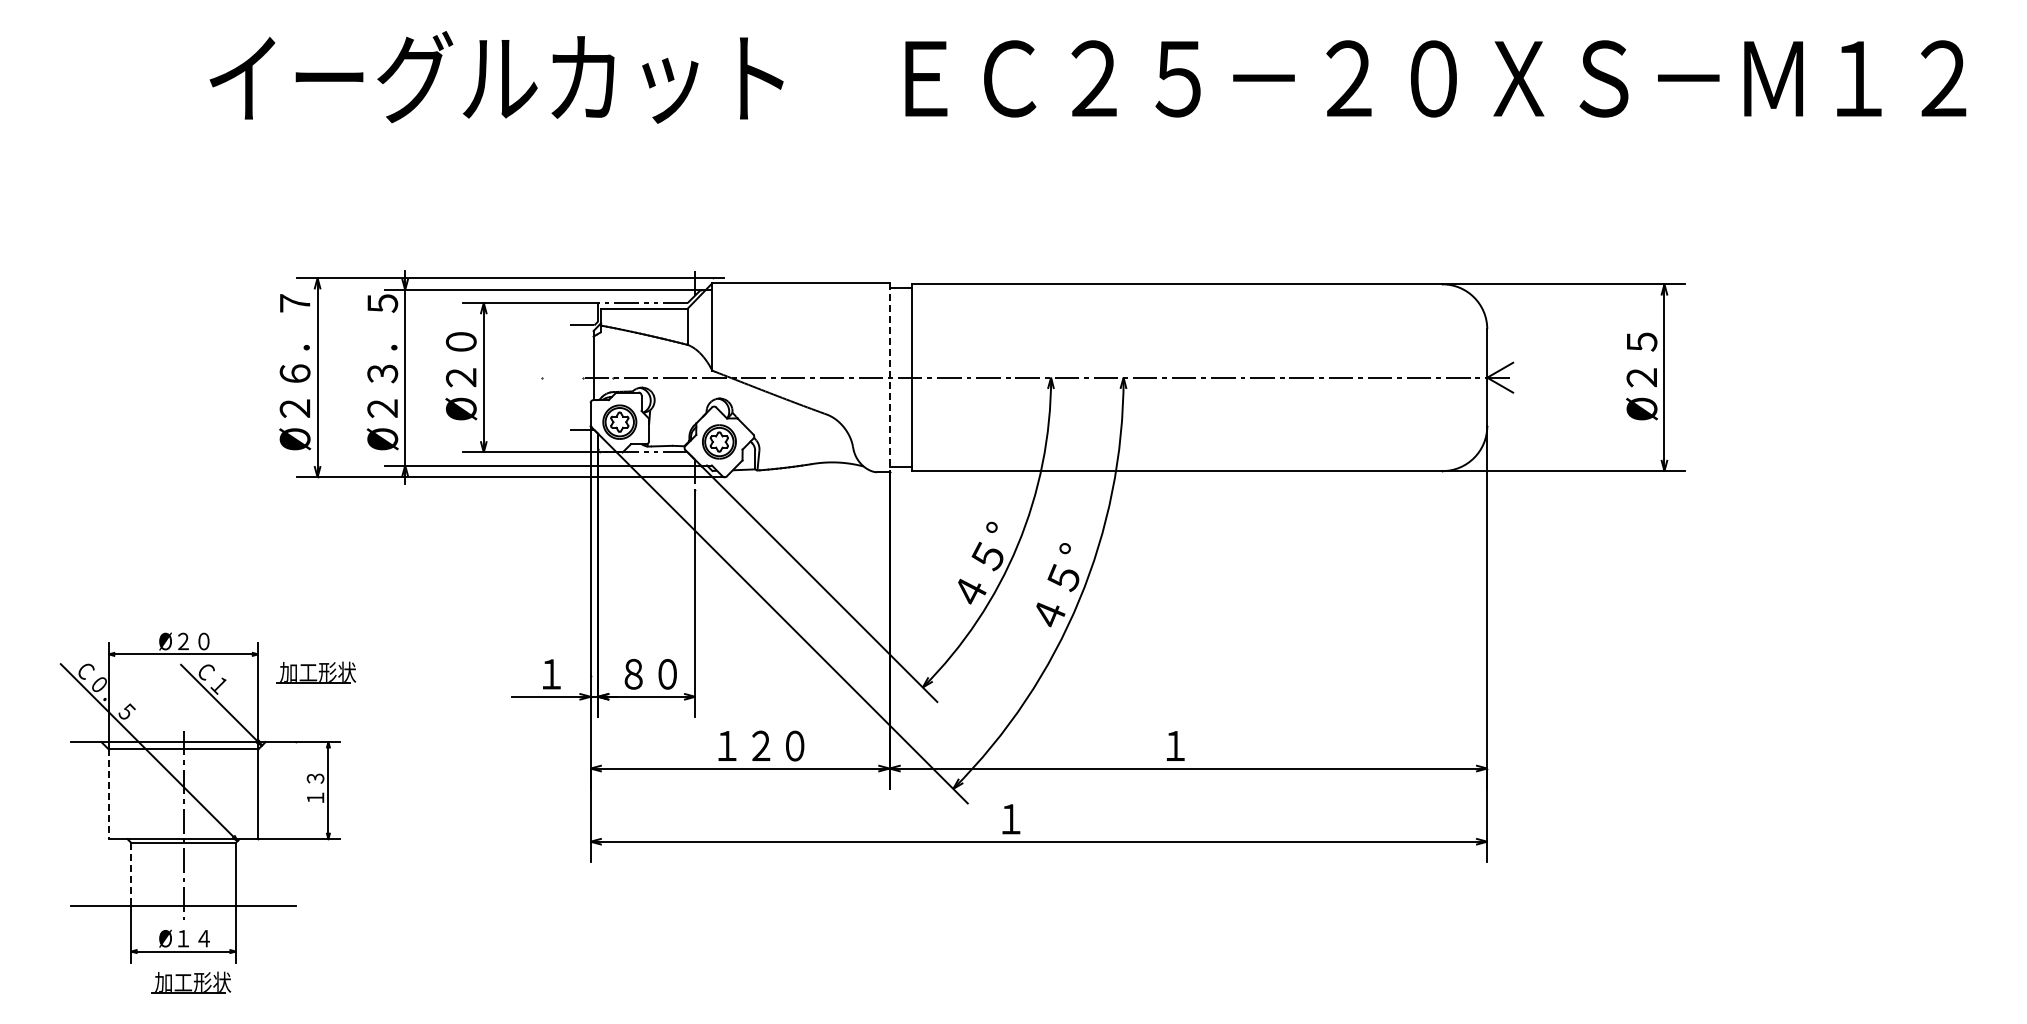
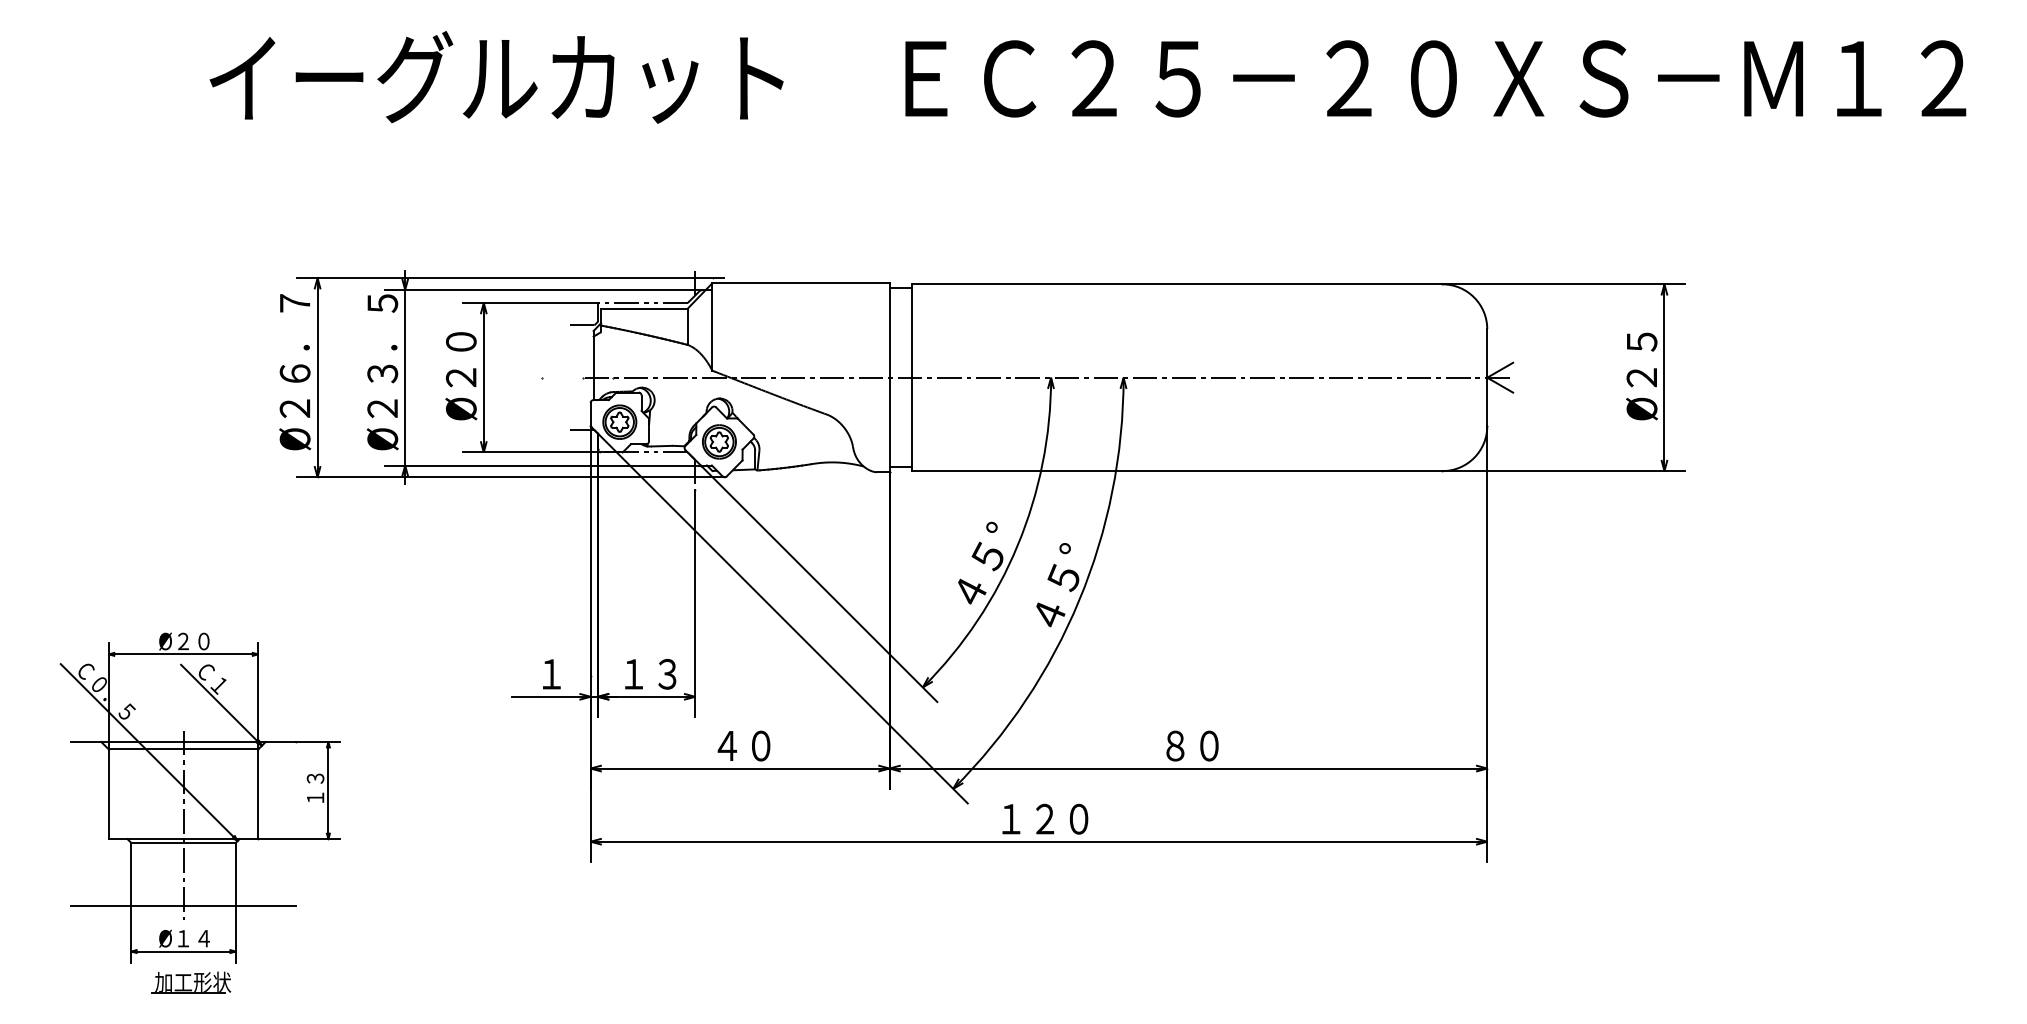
line at (889, 377): dashed -> solid
part at (316, 672): present -> none
text at (650, 673): ８０ -> １３
text at (760, 745): １２０ -> ４０
text at (1192, 745): １ -> ８０
line at (108, 794): dashed -> solid
text at (1062, 818): １ -> １２０
line at (131, 874): dashed -> solid
